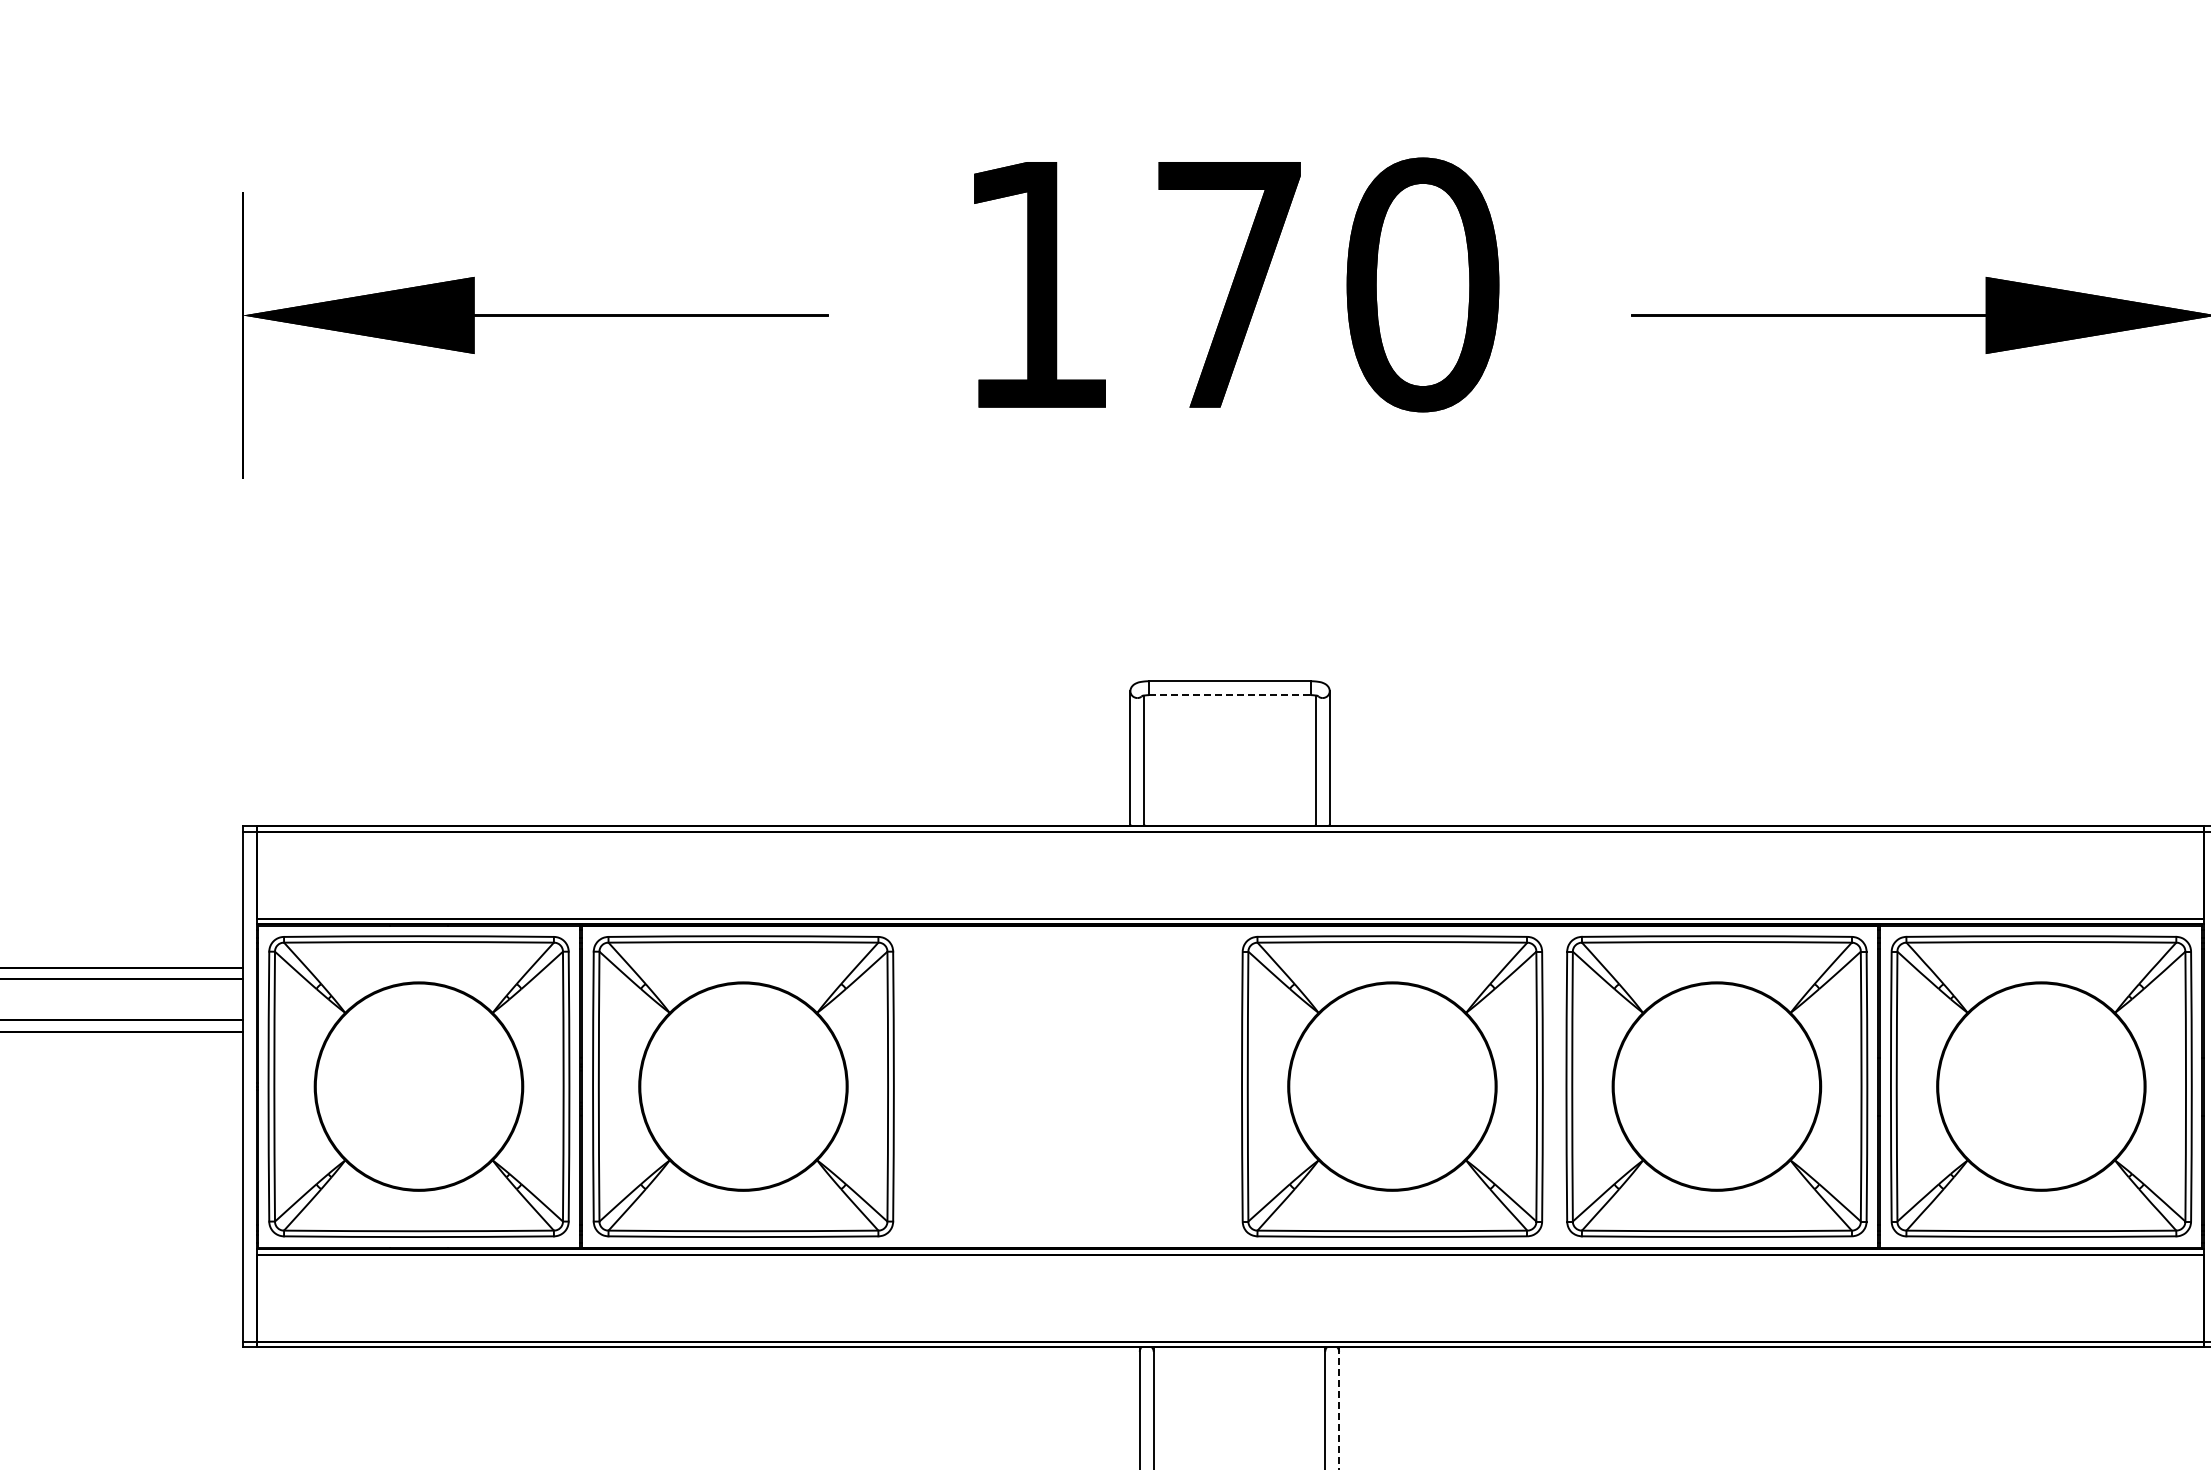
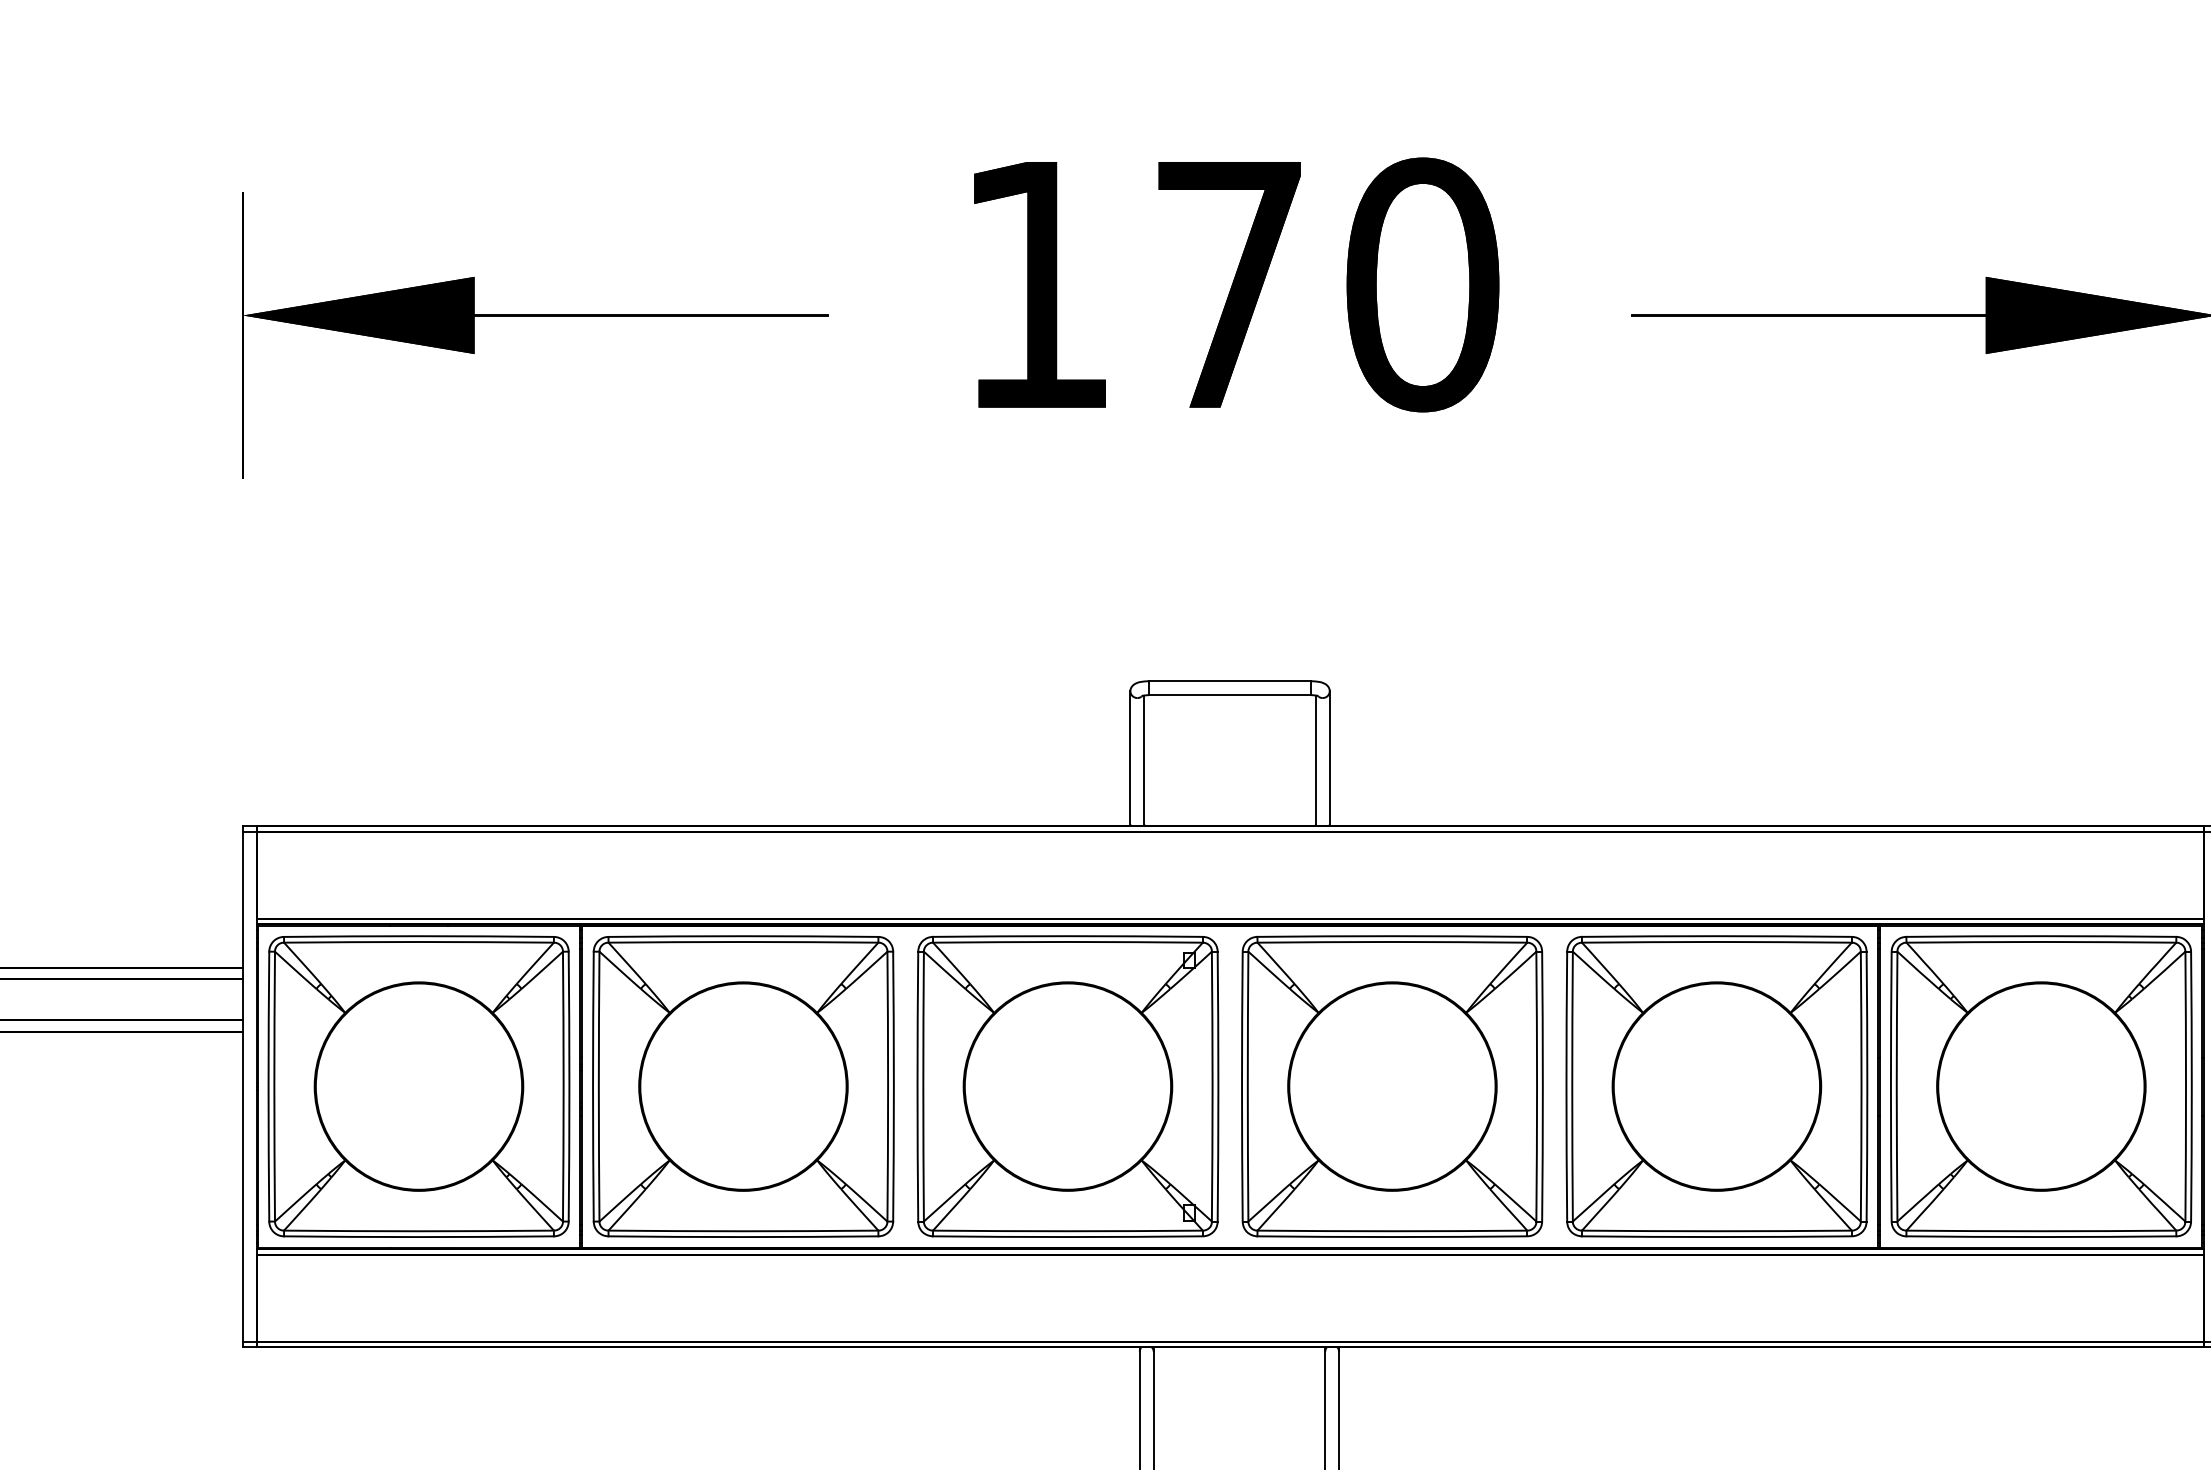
line at (1230, 695): dashed -> solid
part at (1067, 1086): none -> present
line at (1339, 1409): dashed -> solid
